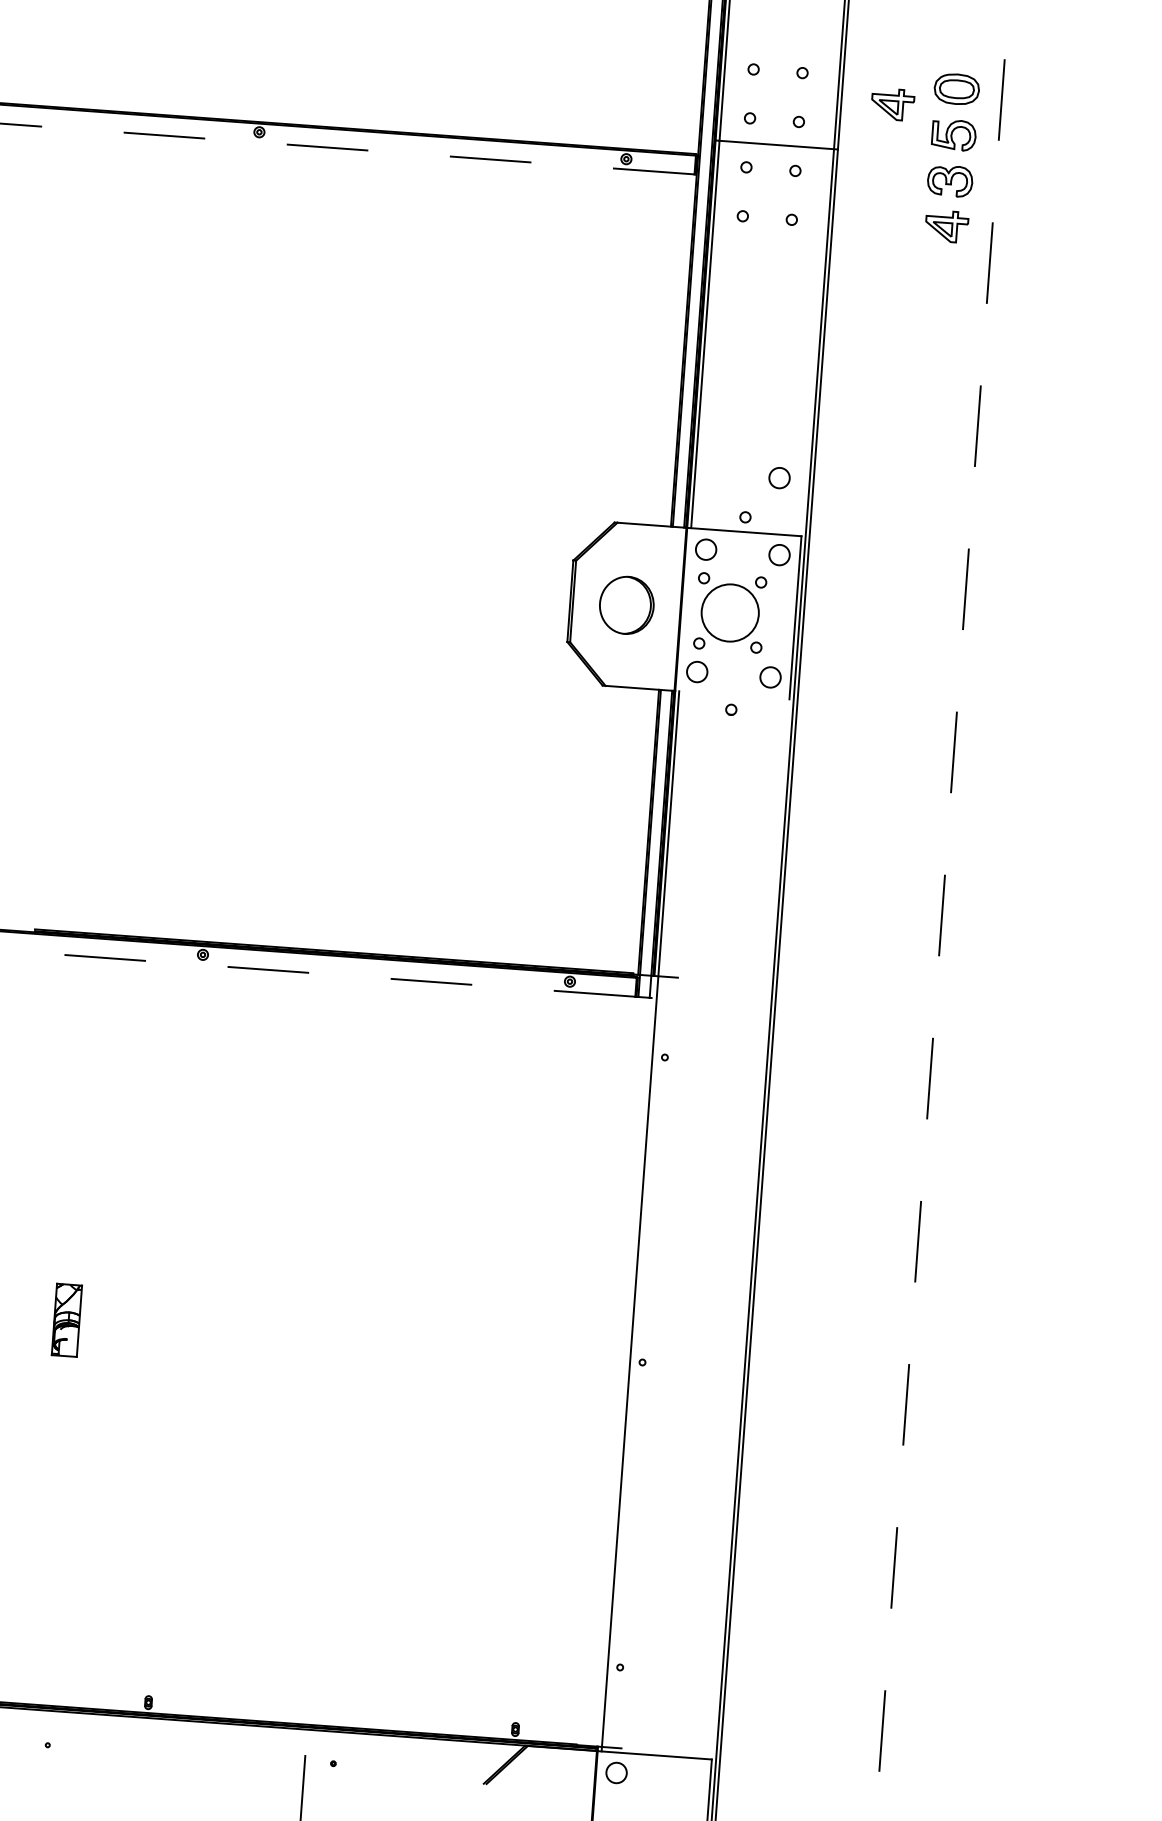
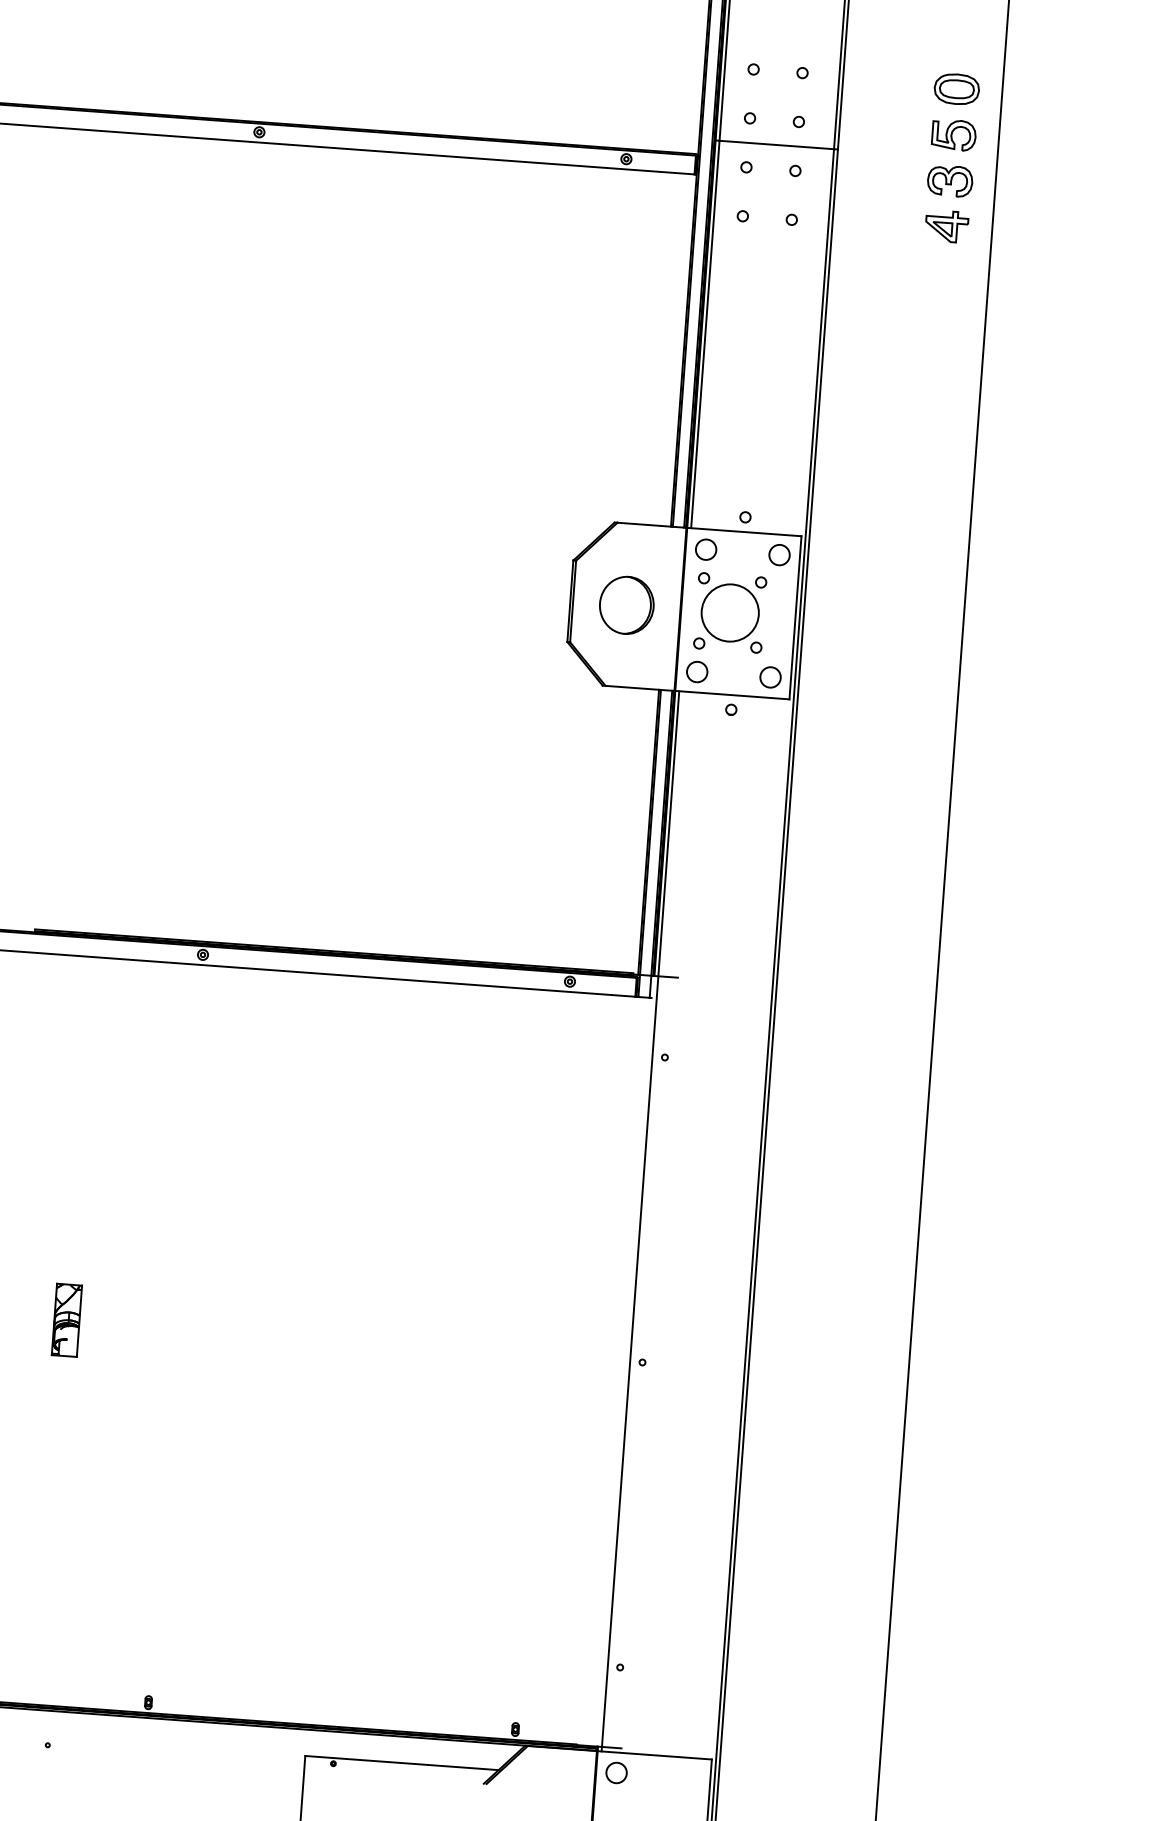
part at (893, 104): present -> none
line at (347, 149): dashed -> solid
circle at (779, 478): present -> none
line at (732, 694): none -> present
line at (942, 909): dashed -> solid
line at (317, 973): dashed -> solid
line at (401, 1762): none -> present
